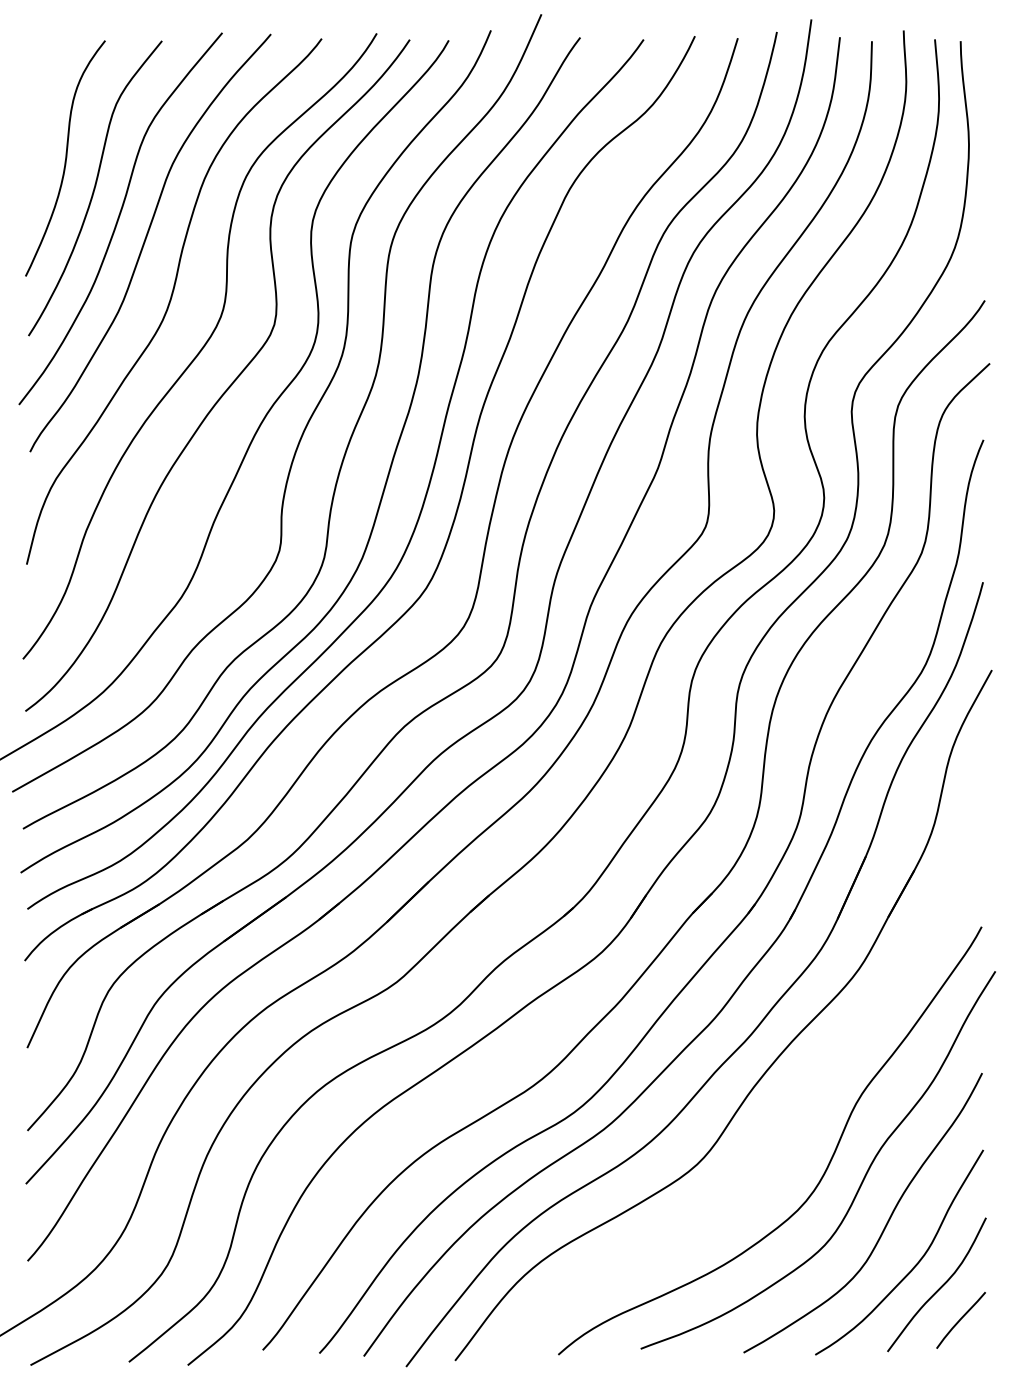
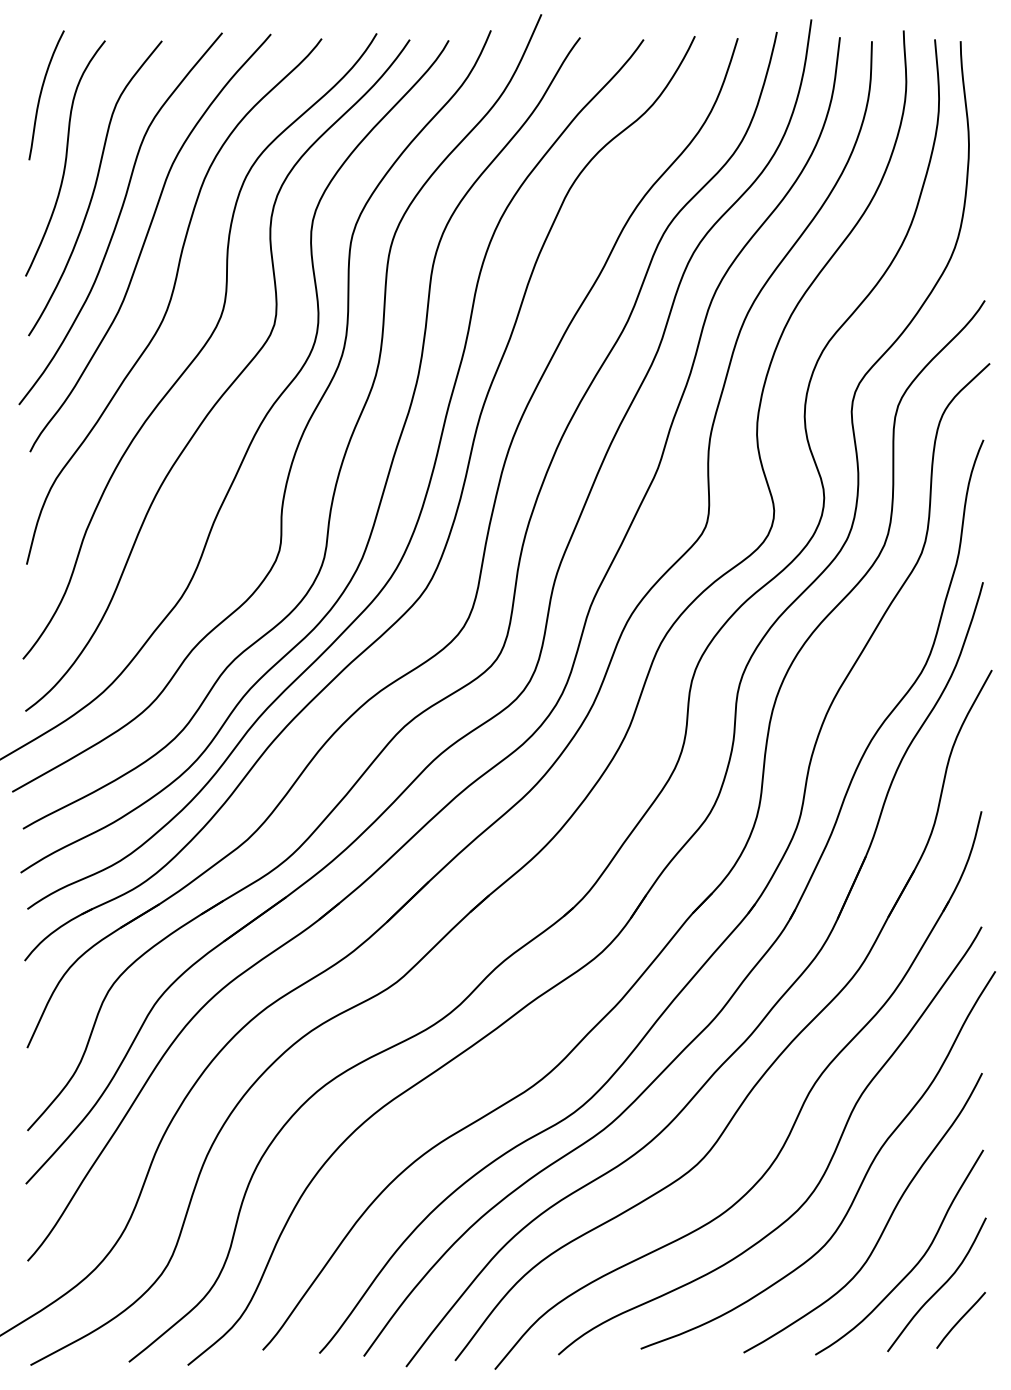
curve at (41, 95): none -> present
part at (795, 1118): none -> present
